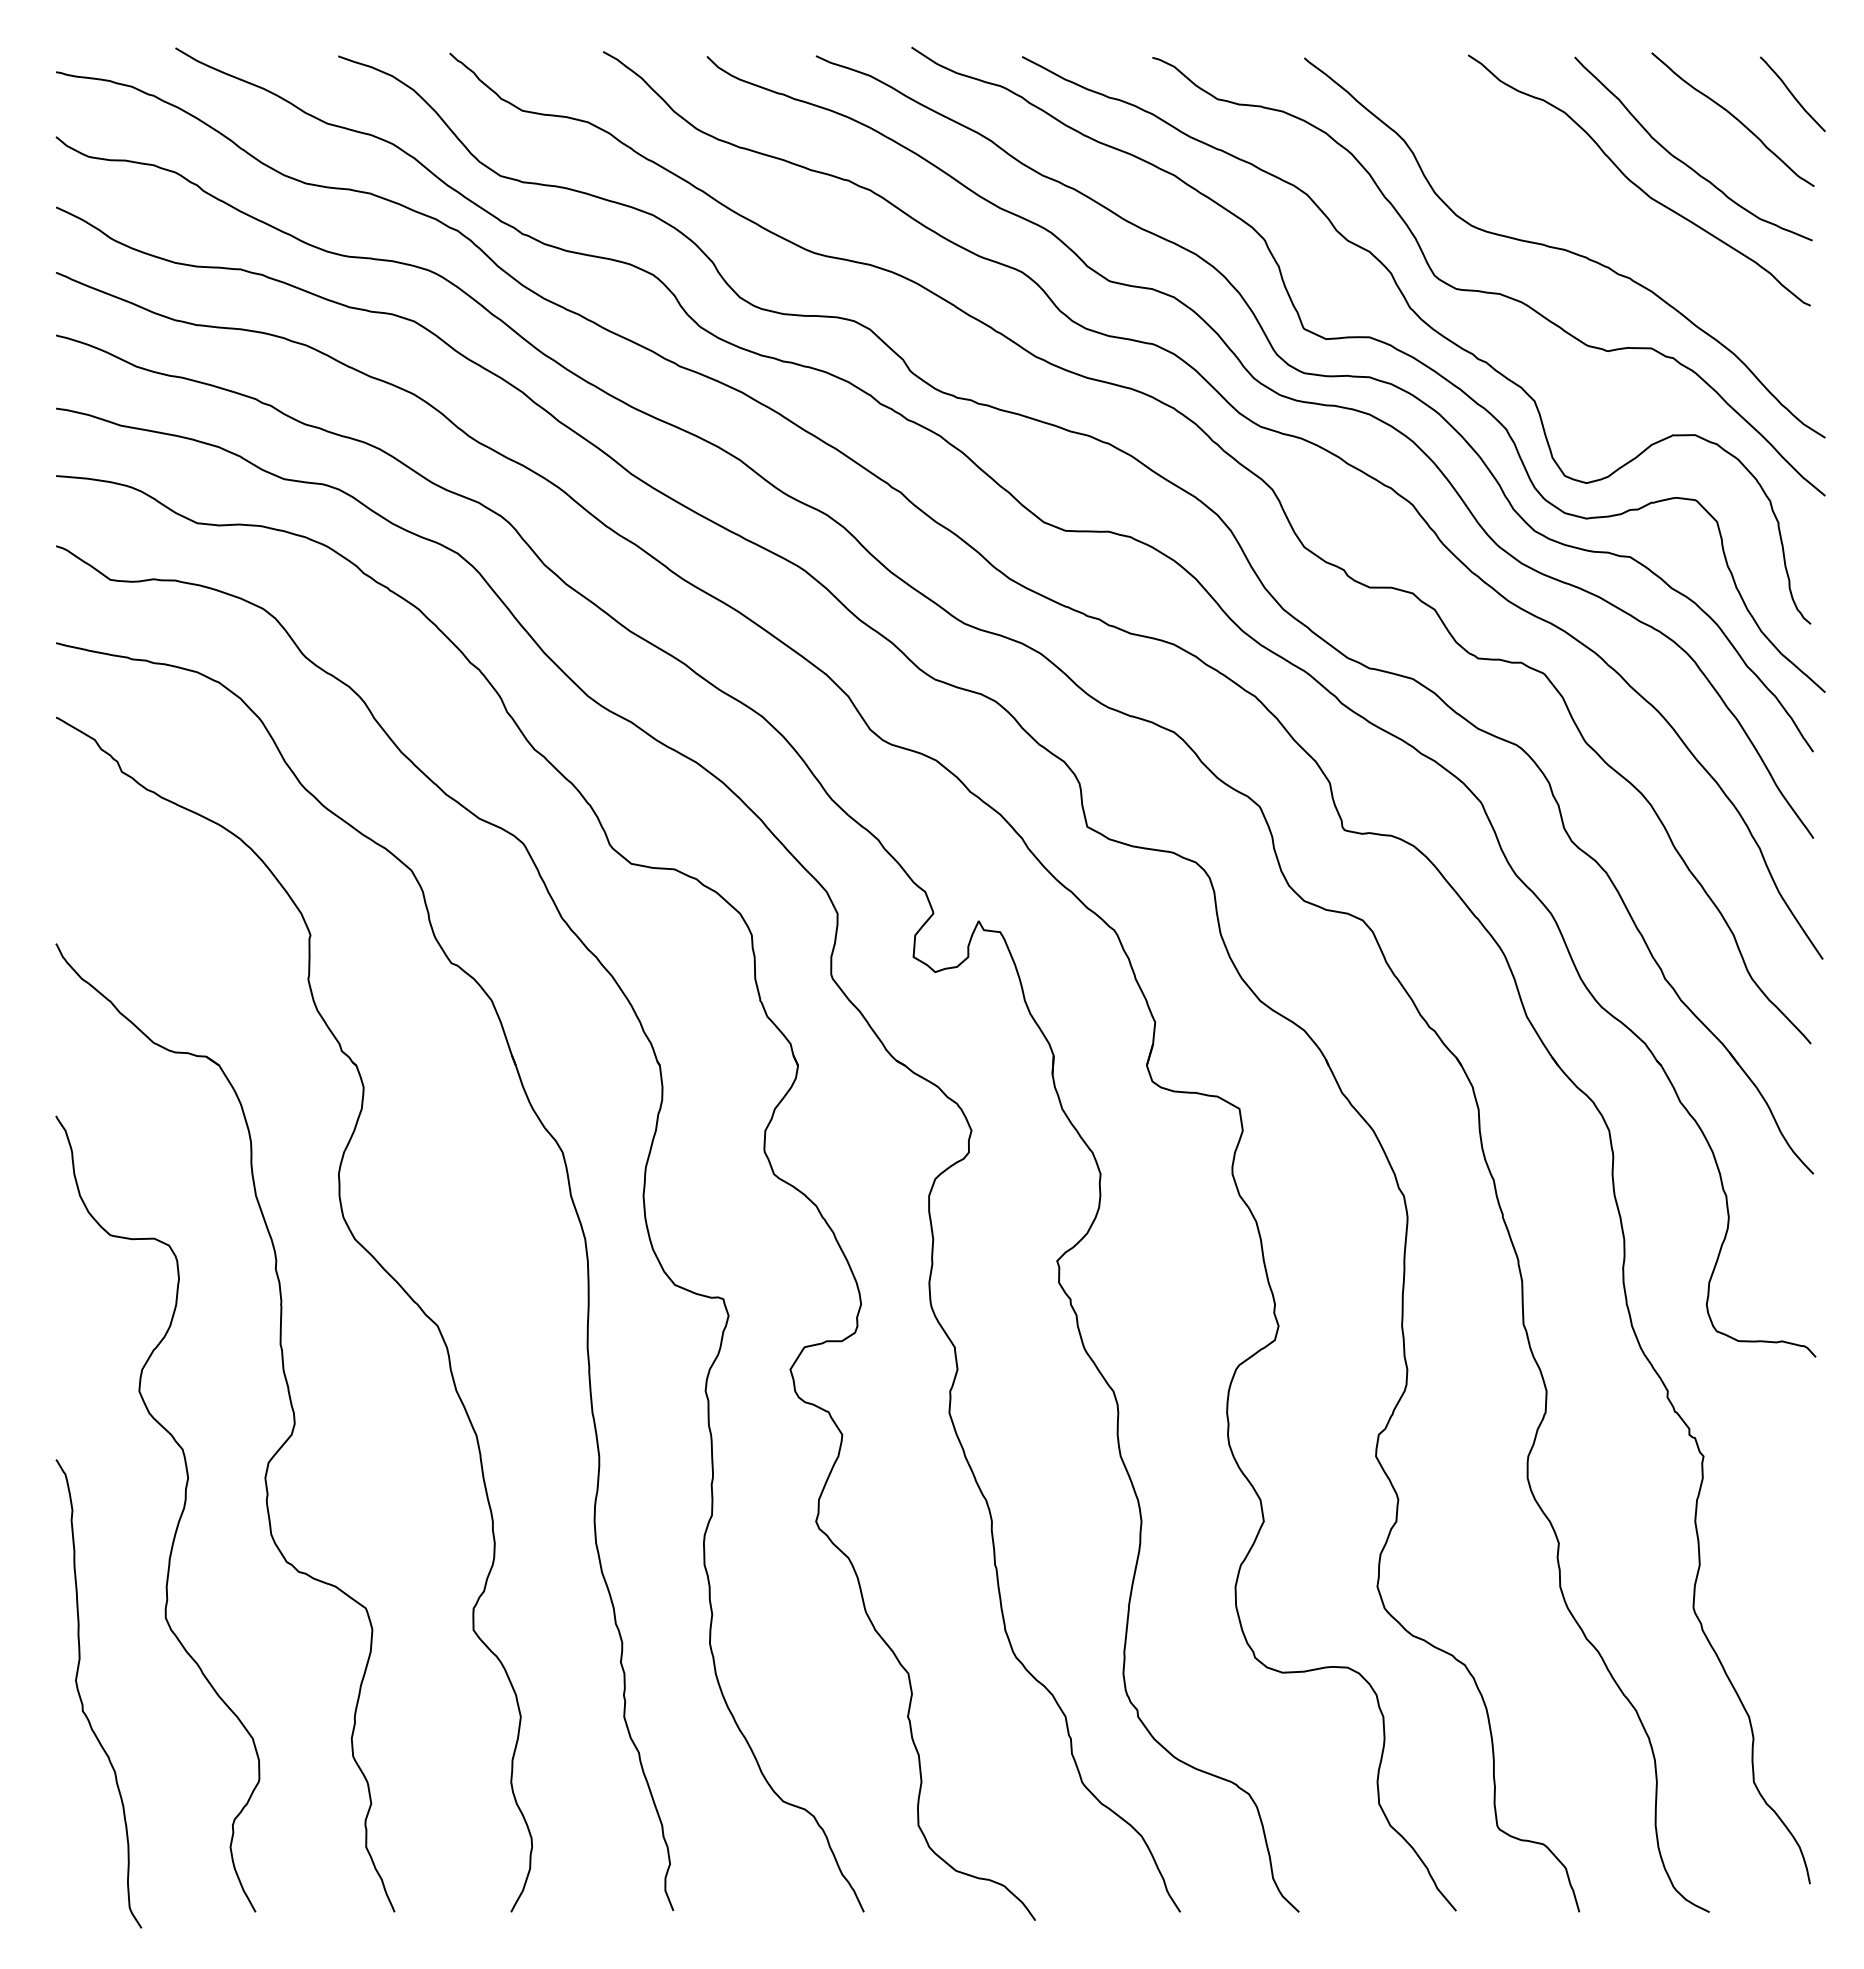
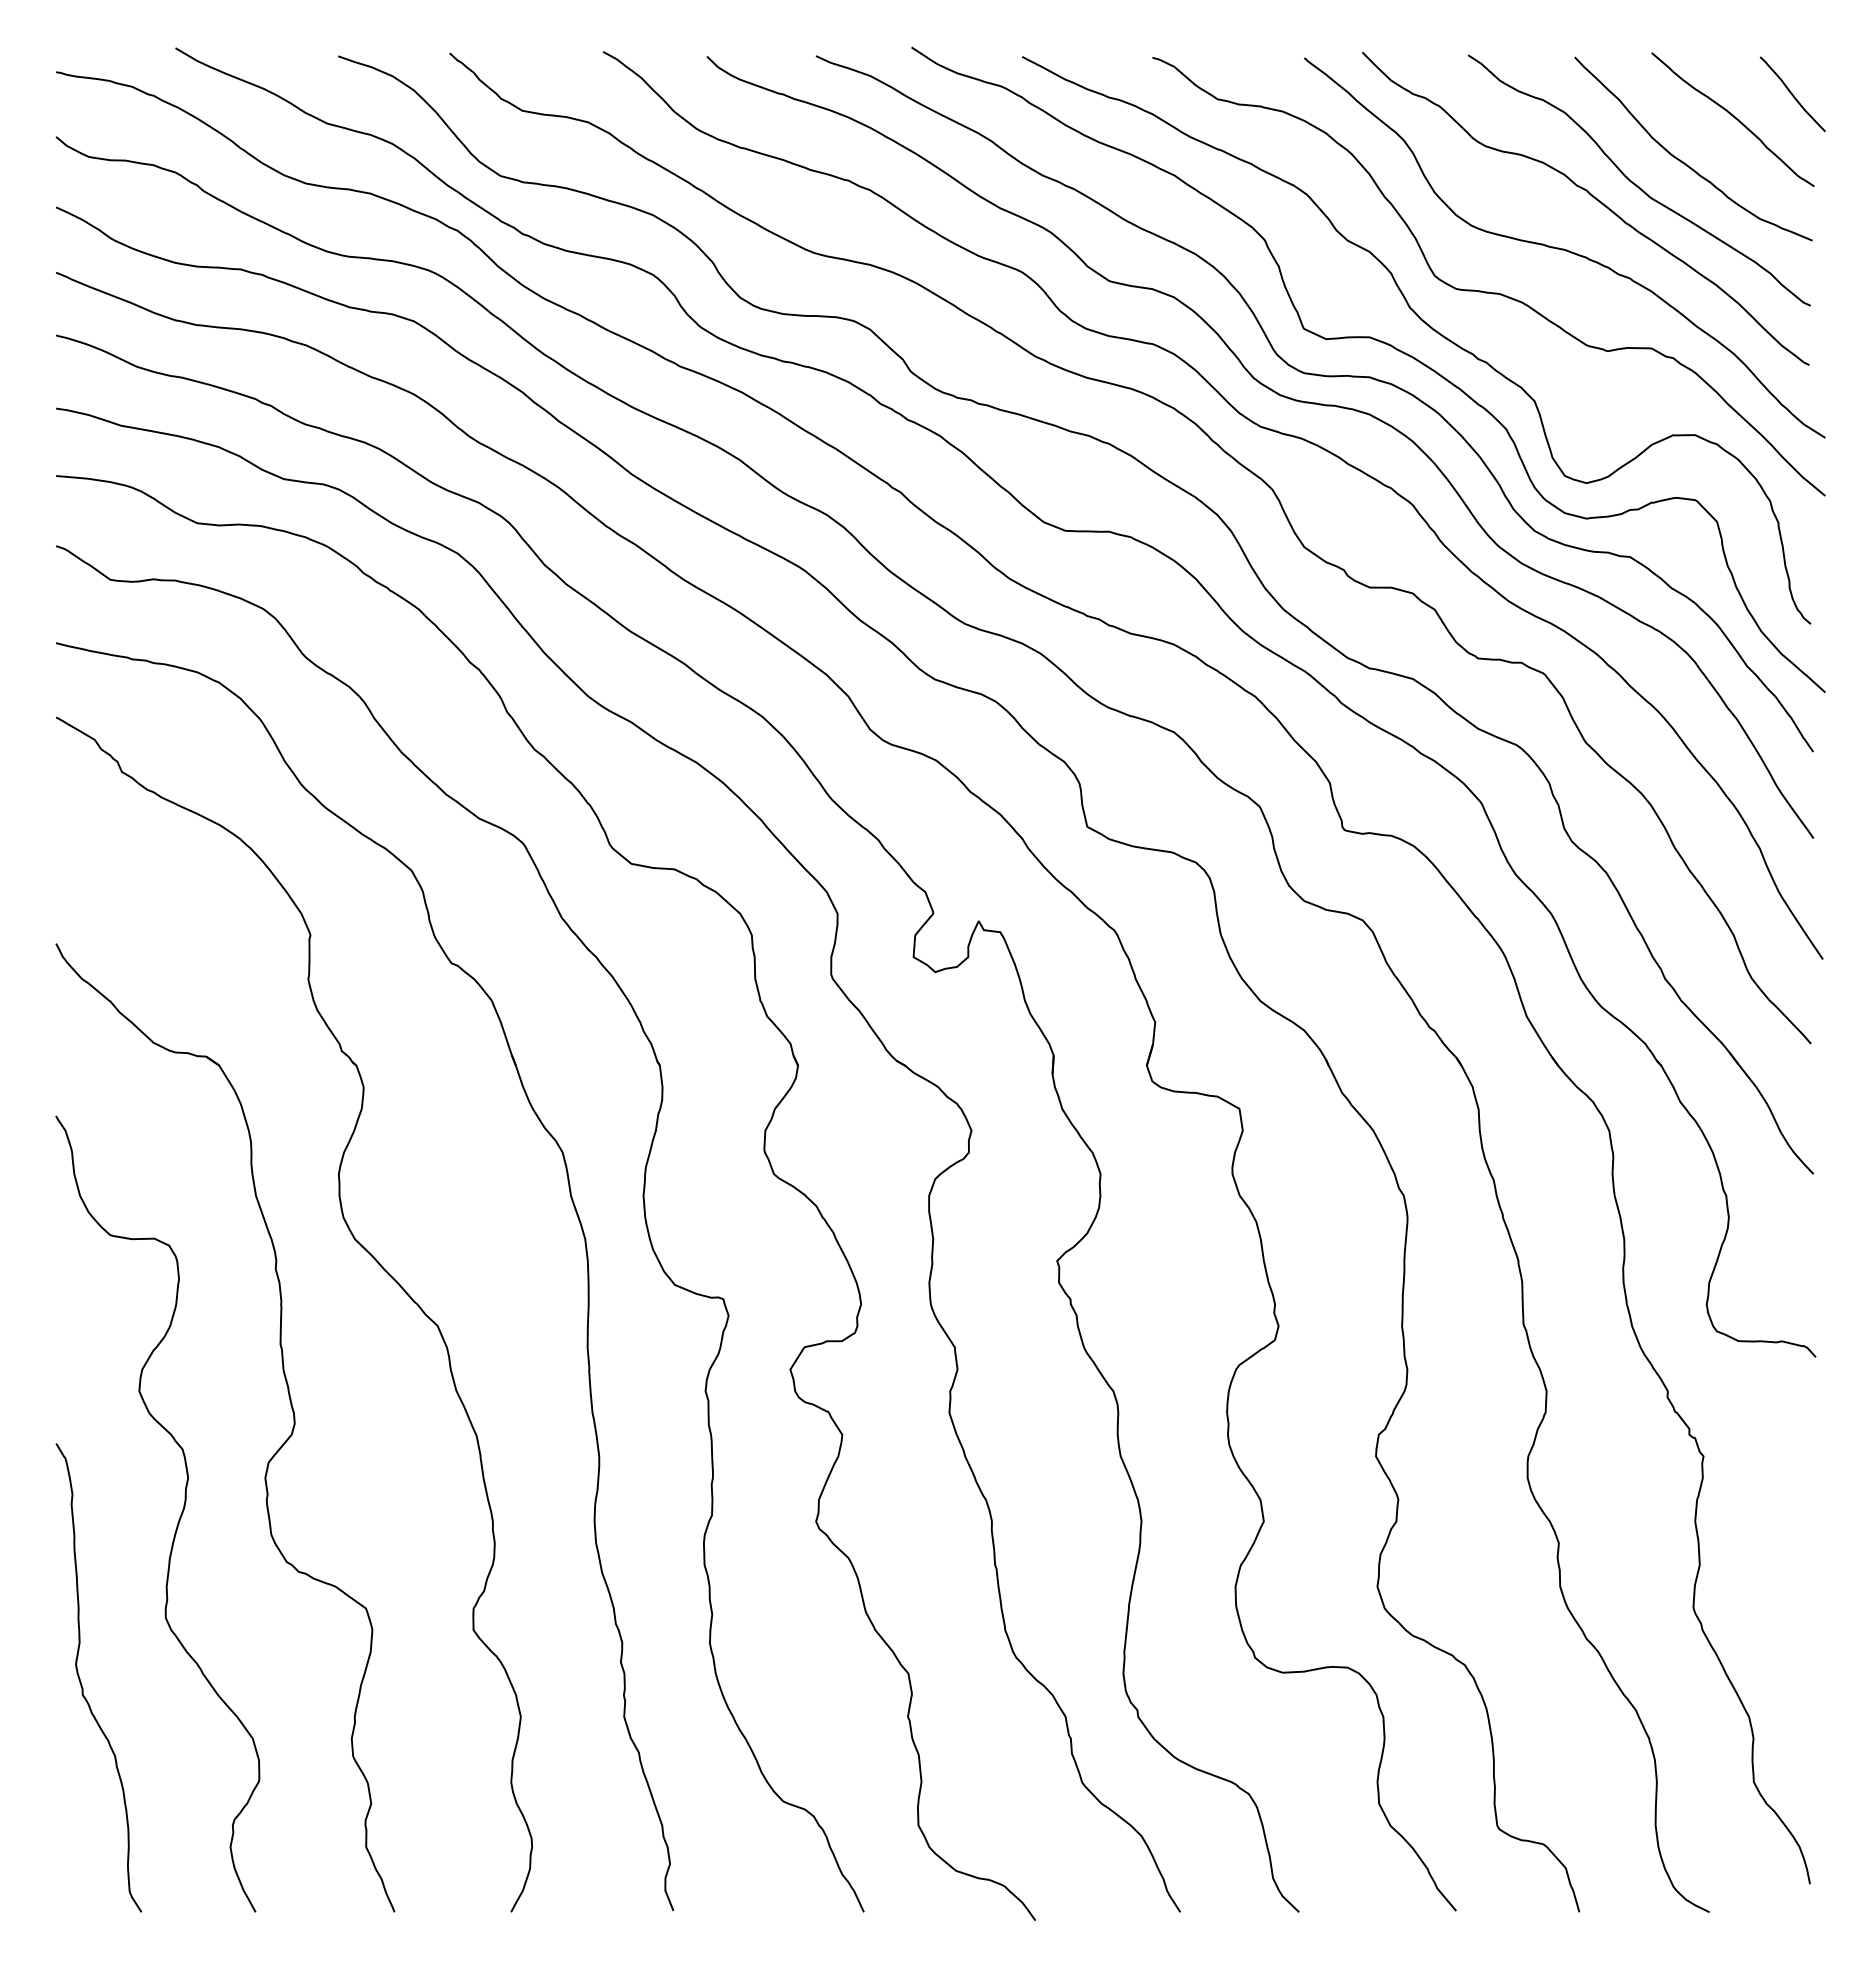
curve at (1592, 197): none -> present
curve at (81, 1697) position: (81, 1697) -> (81, 1681)
